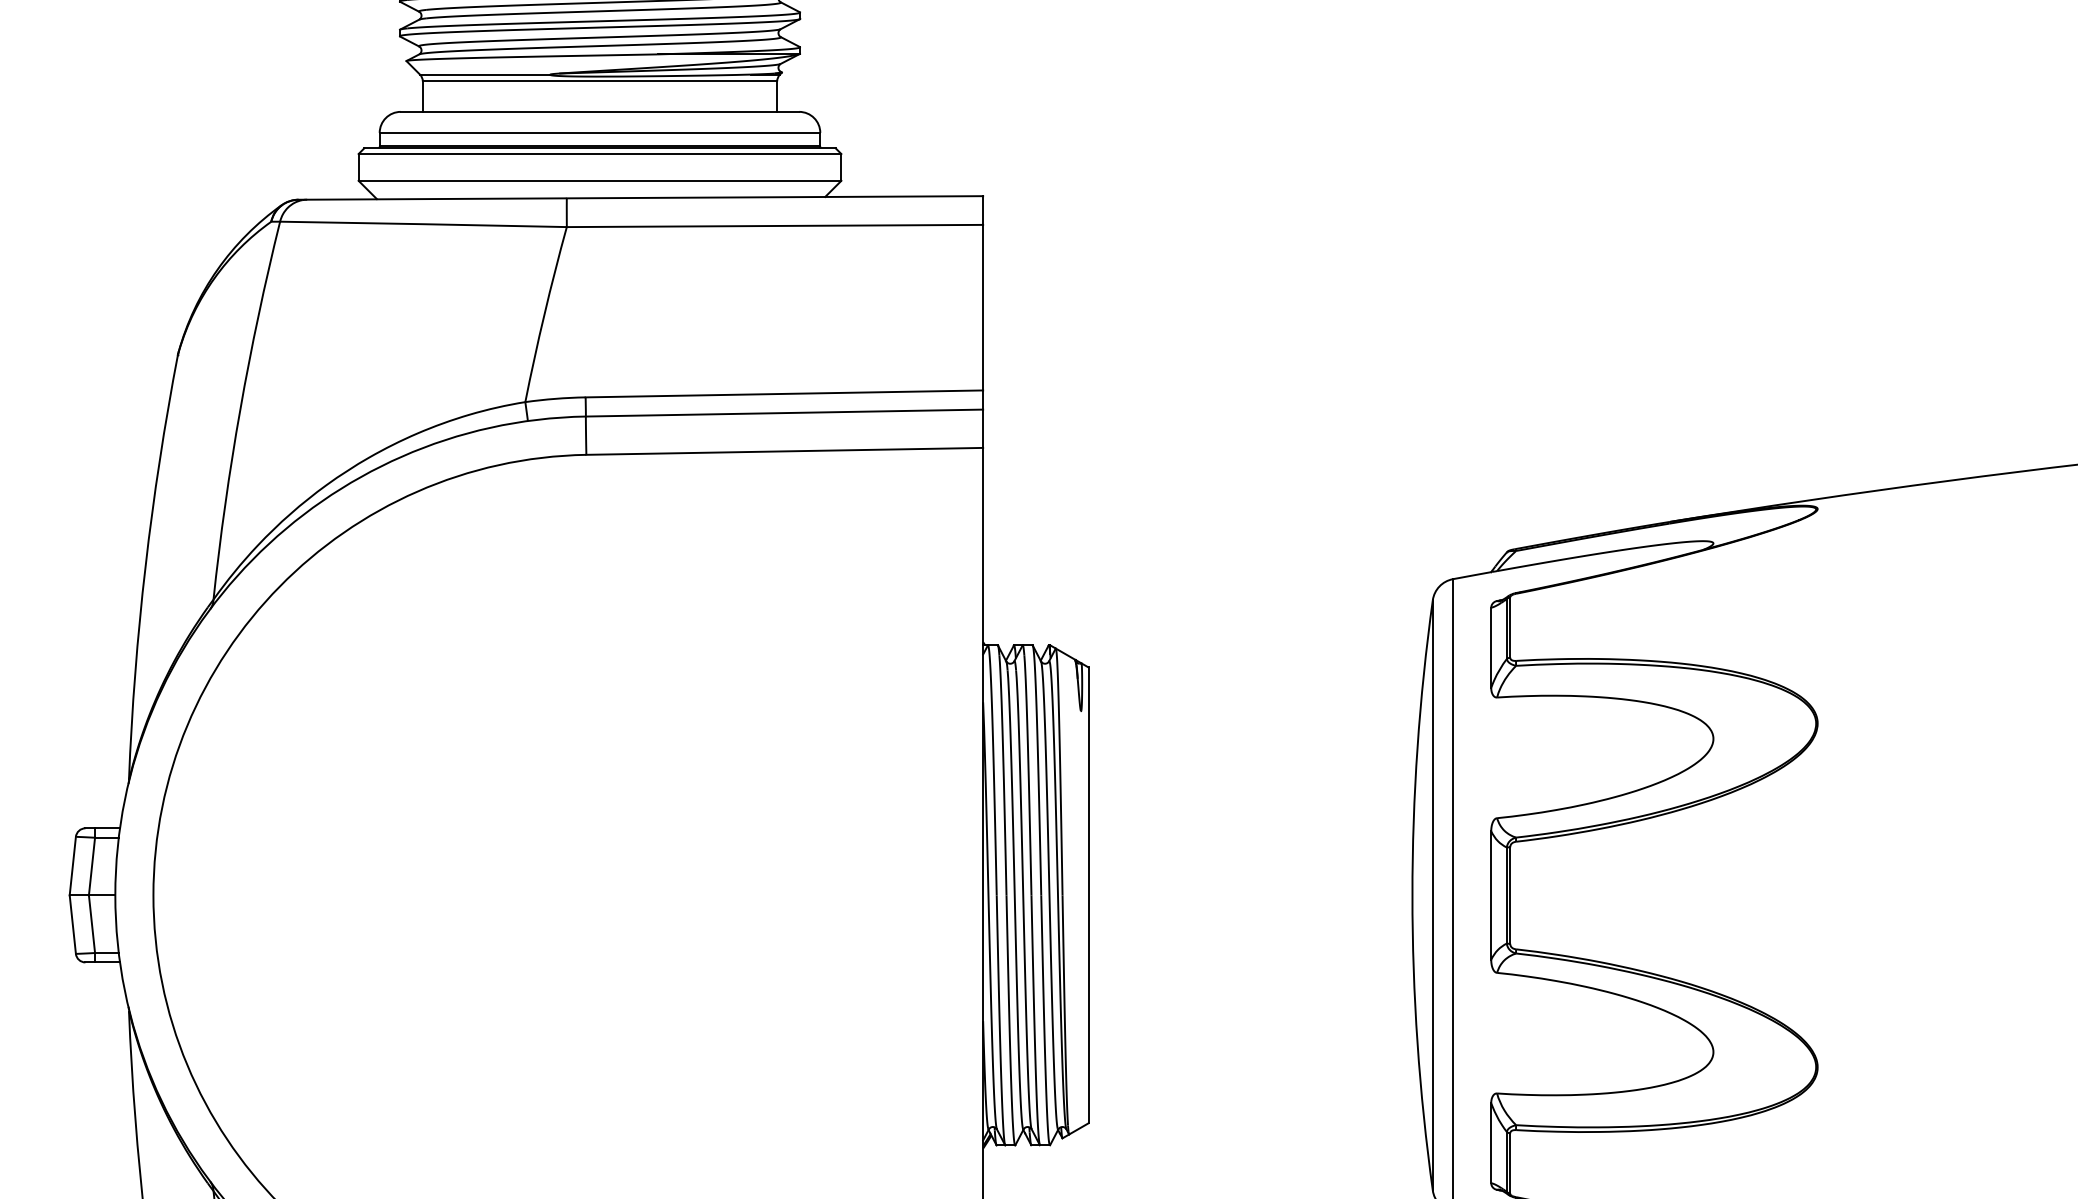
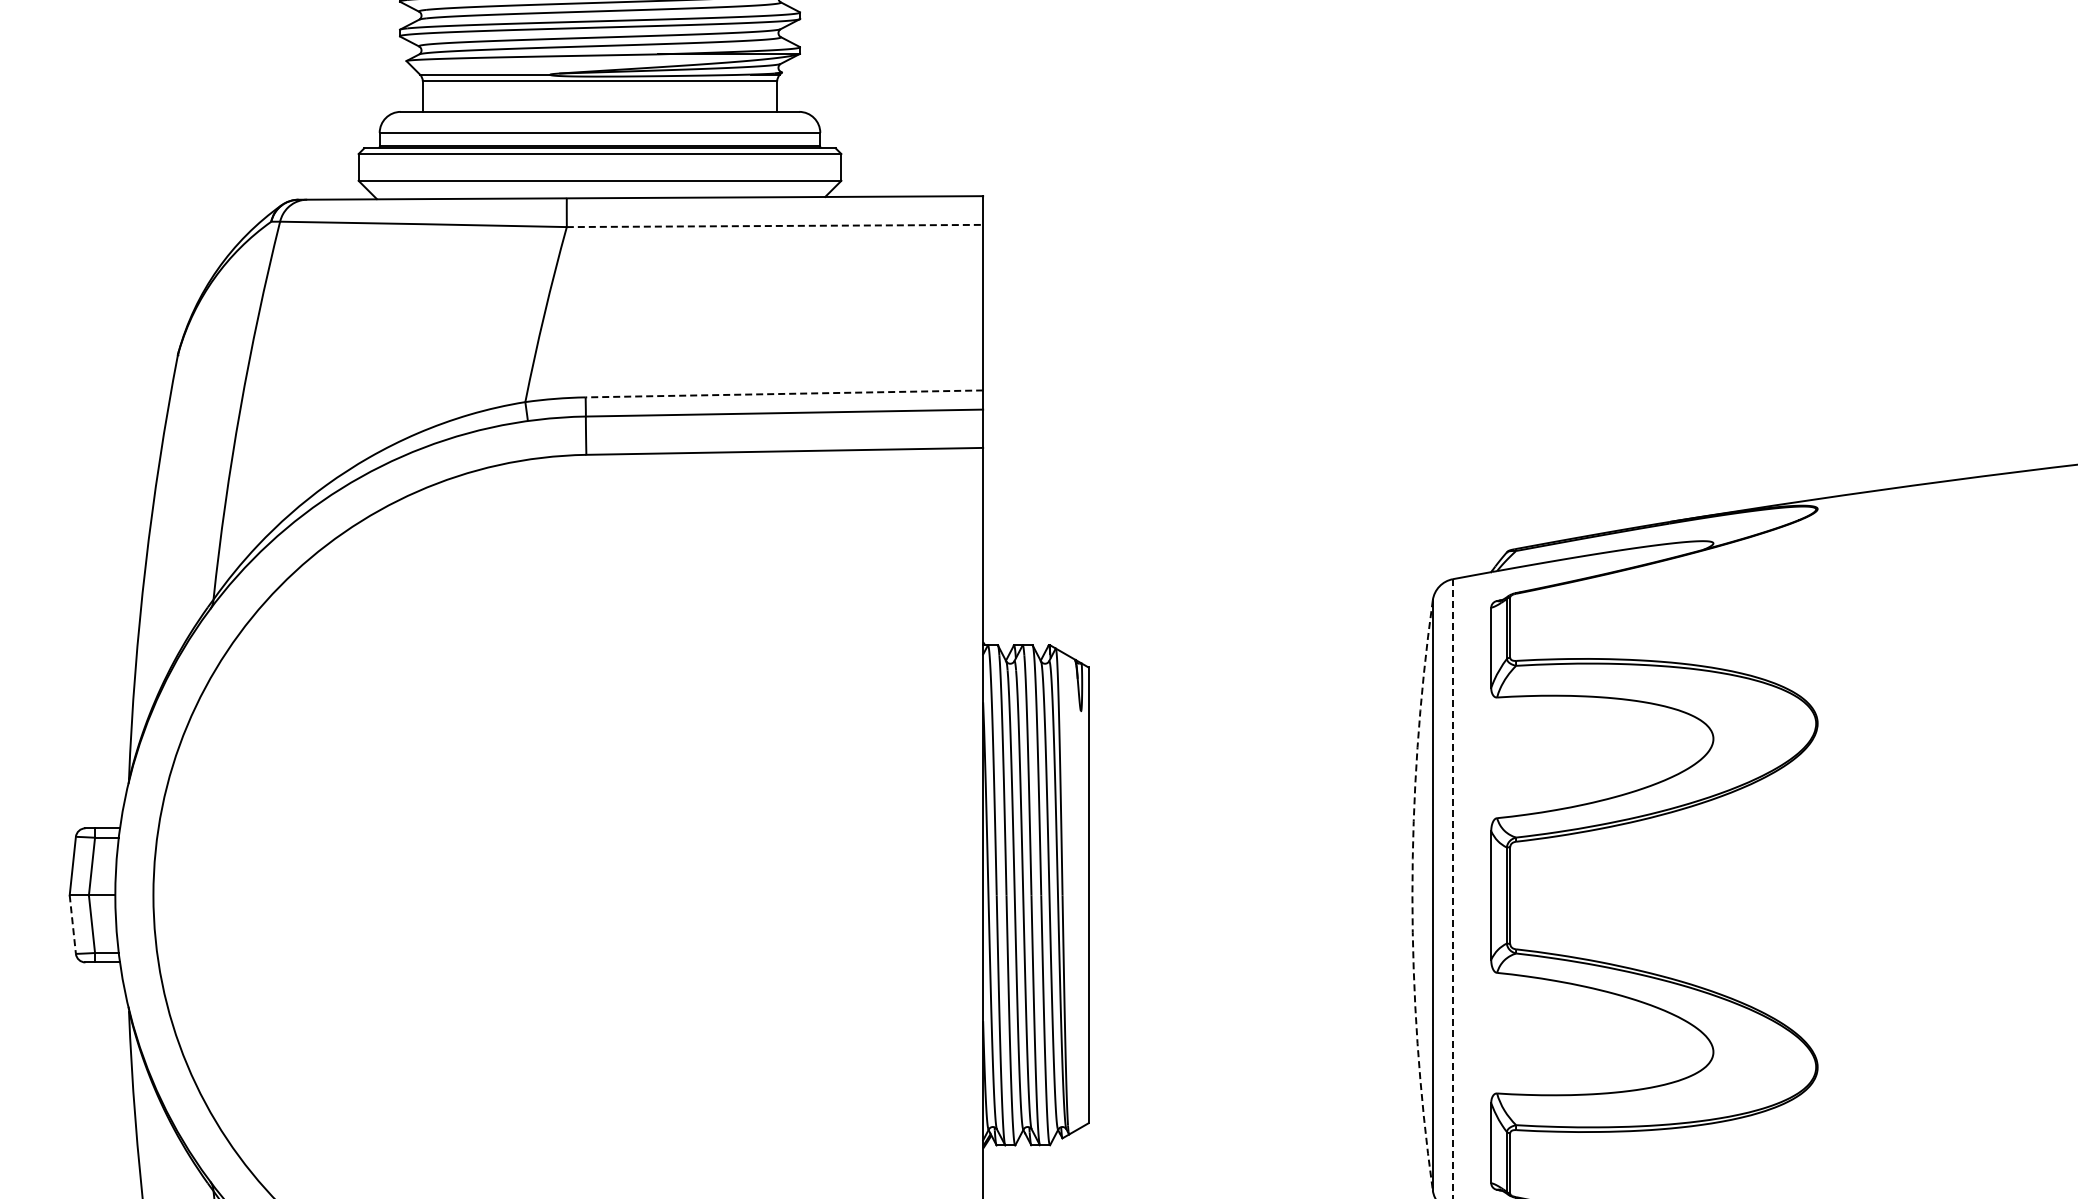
line at (775, 225): solid -> dashed
line at (784, 393): solid -> dashed
line at (1452, 888): solid -> dashed
arc at (1412, 895): solid -> dashed
line at (72, 925): solid -> dashed
